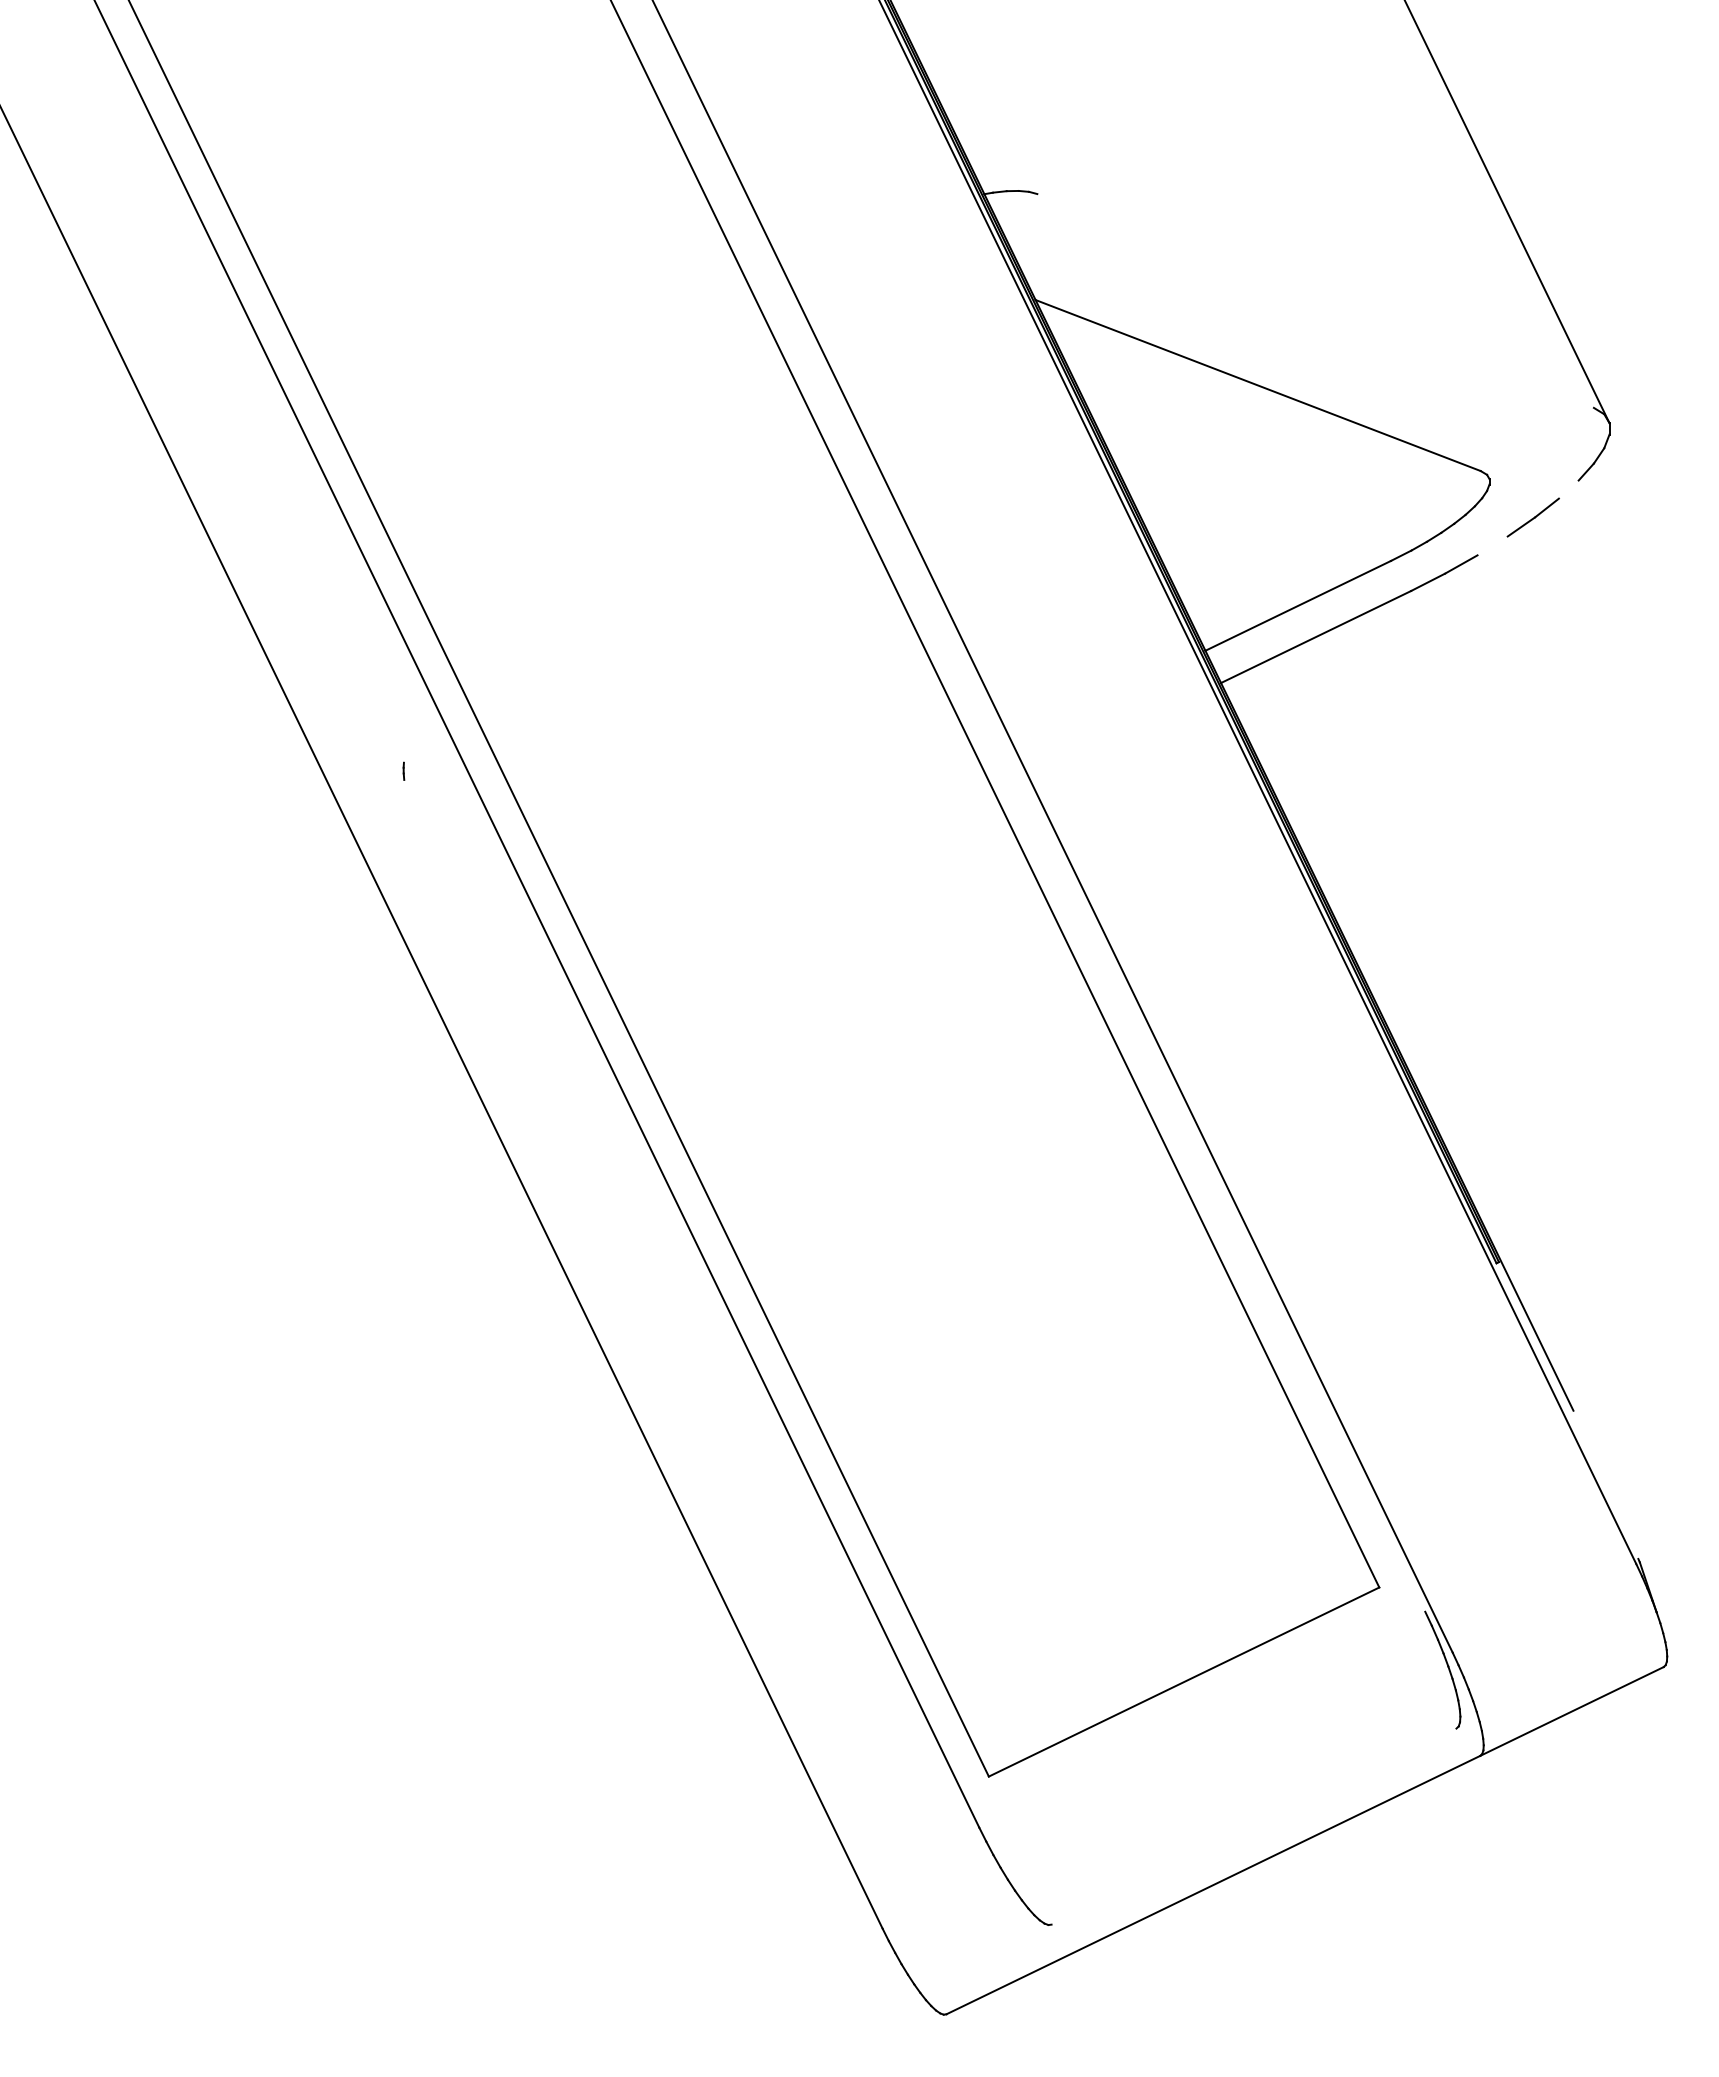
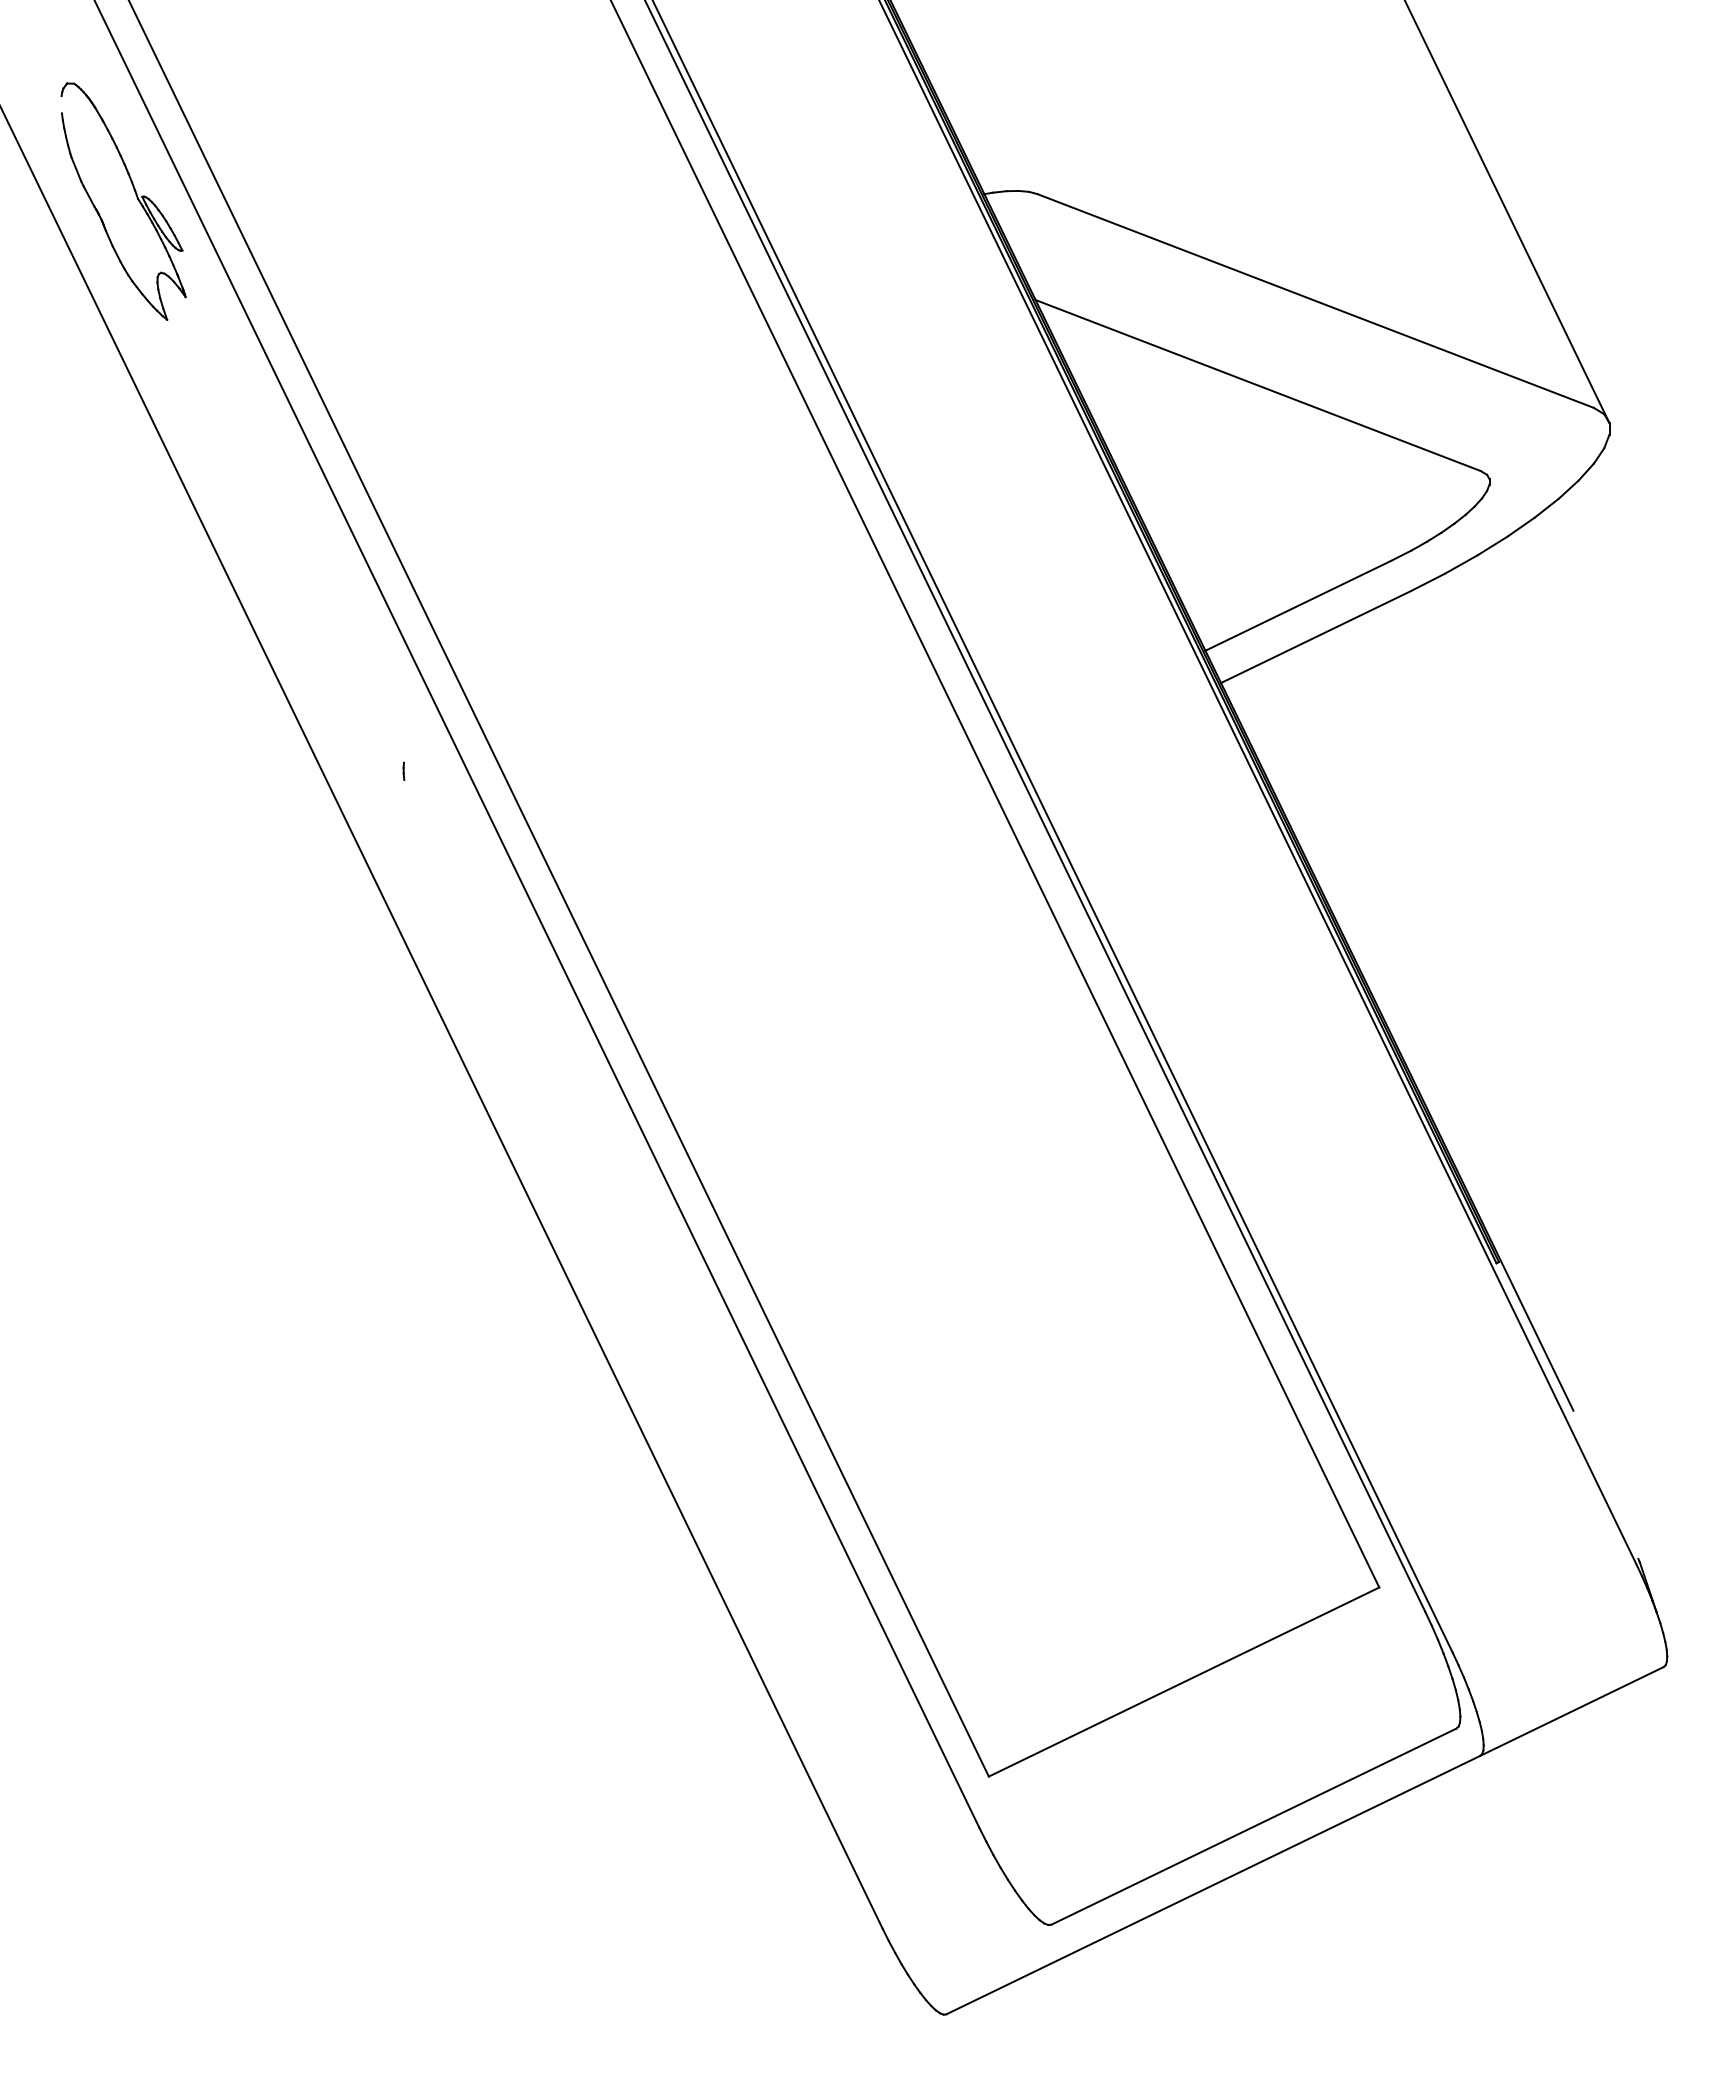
part at (136, 198): none -> present
line at (1315, 300): none -> present
line at (1568, 489): none -> present
line at (1492, 545): none -> present
line at (1035, 806): none -> present
line at (1253, 1826): none -> present
